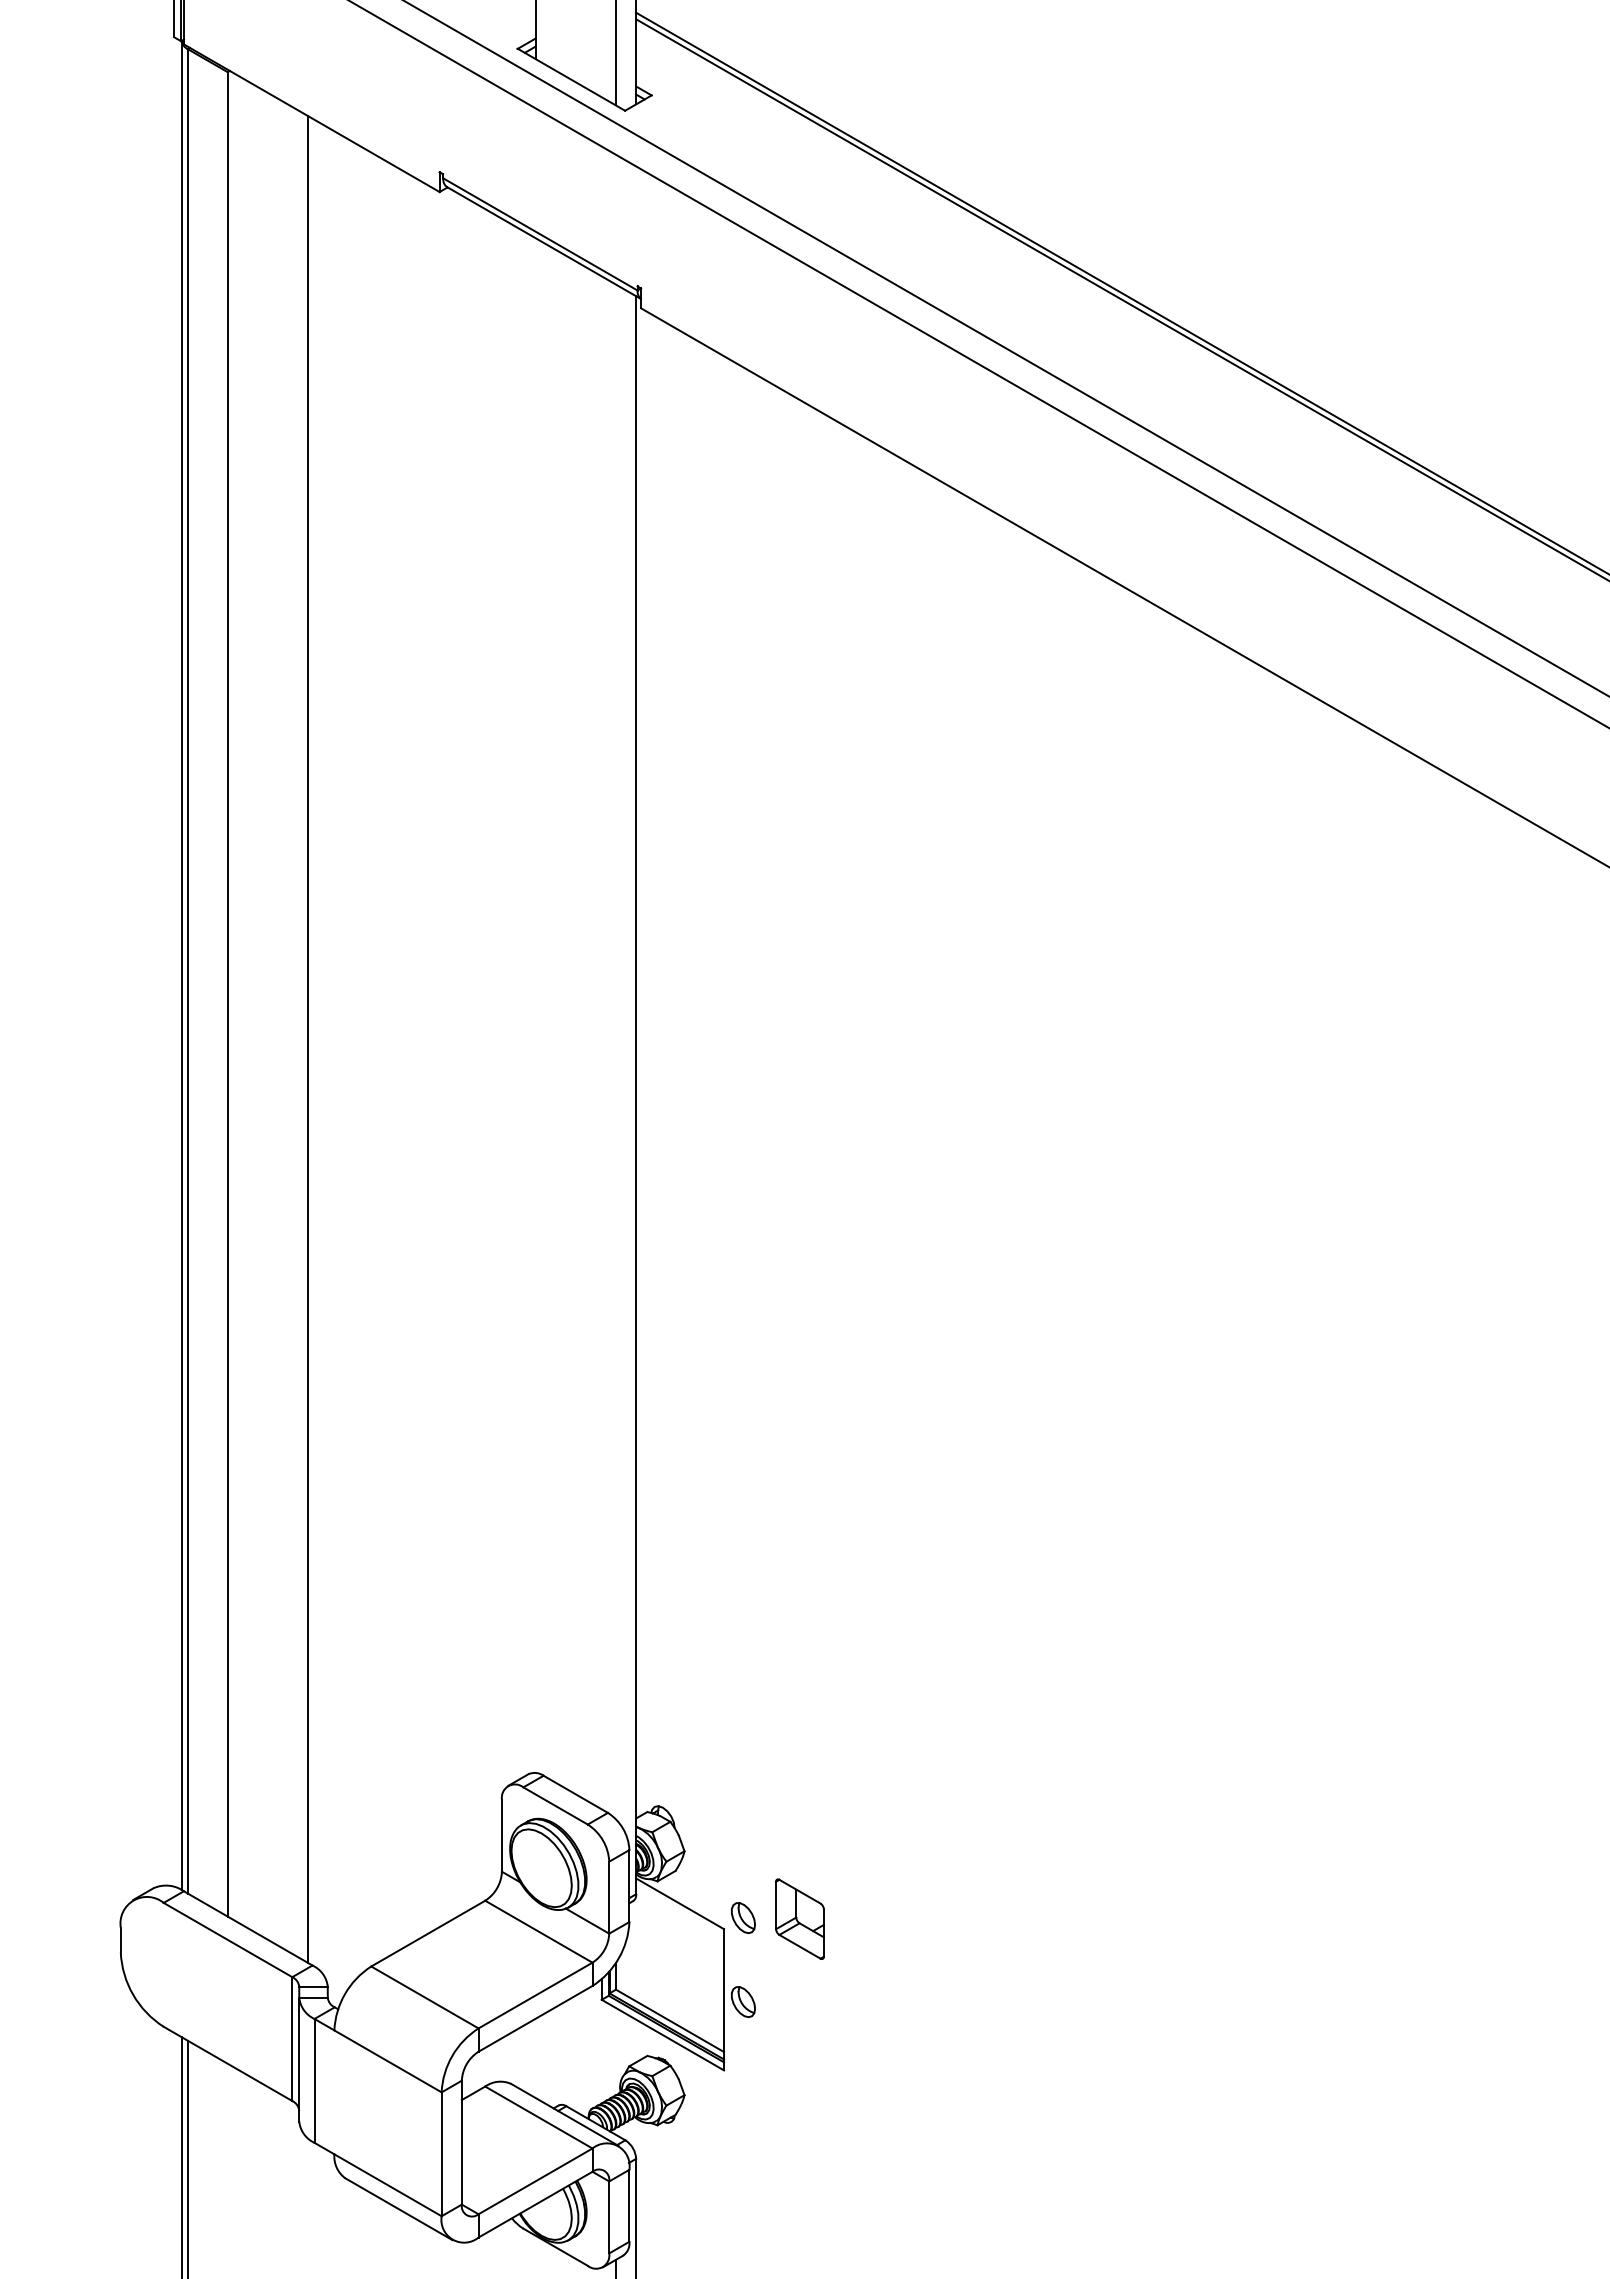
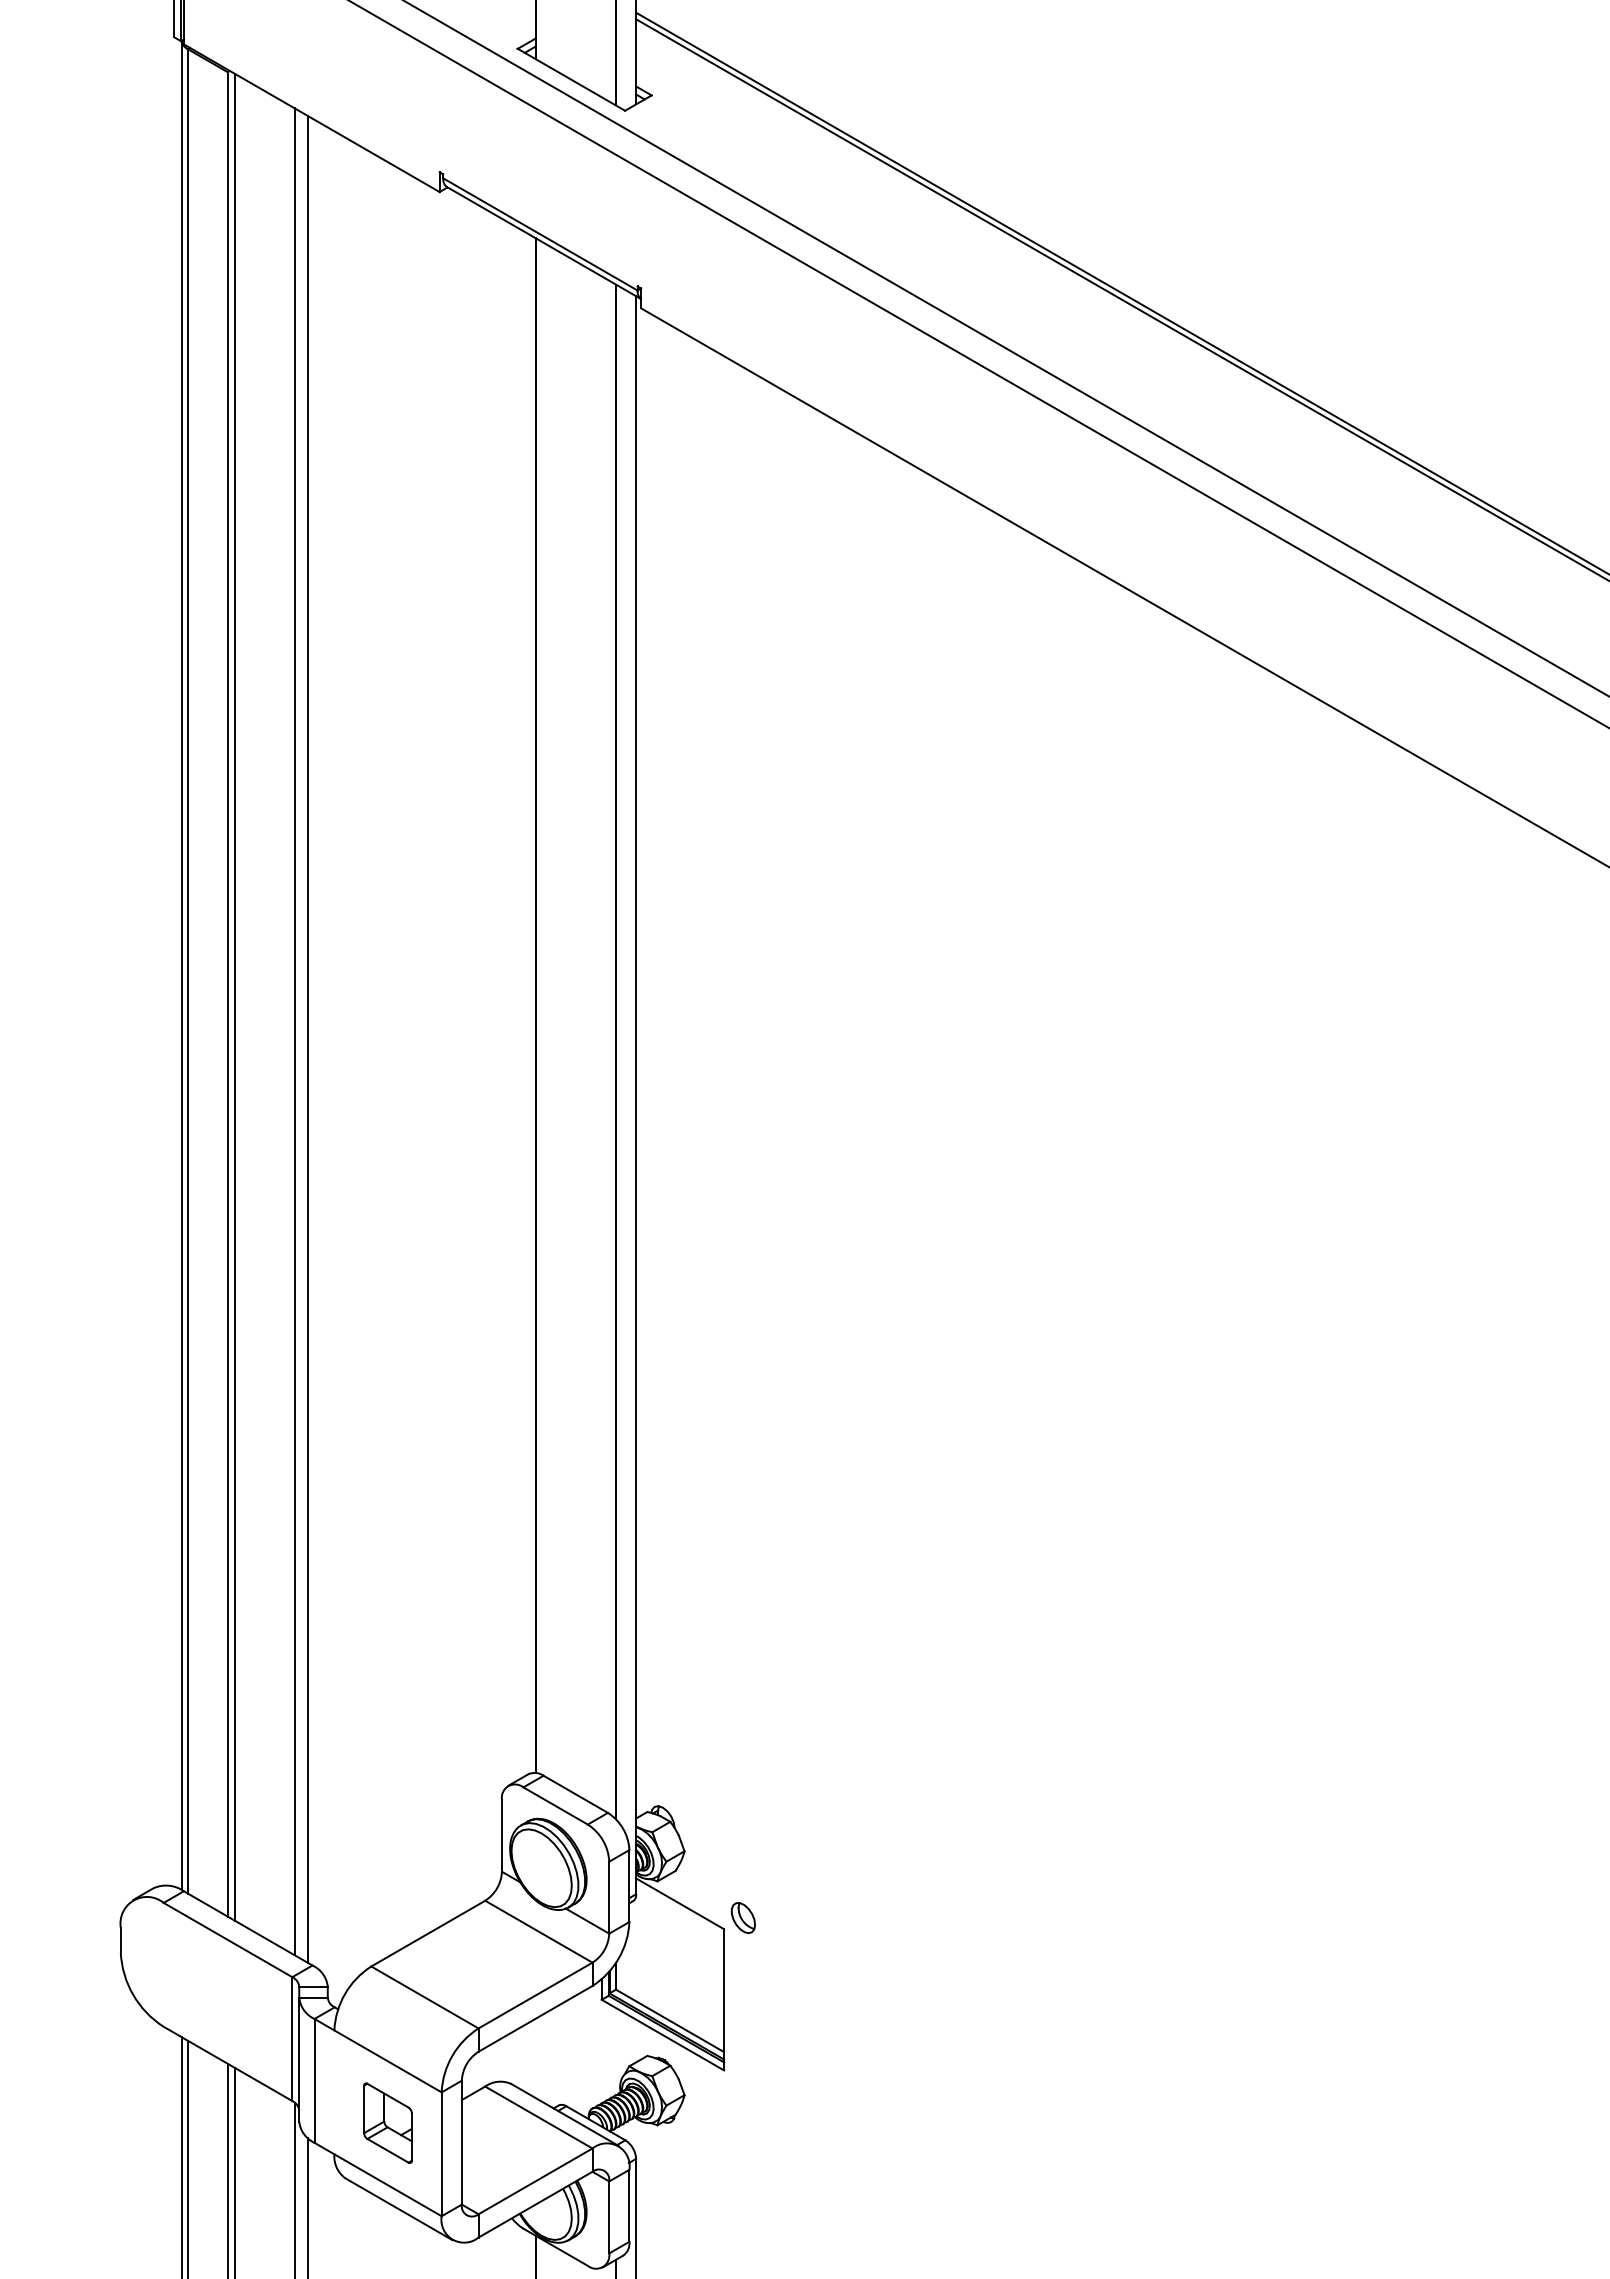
line at (234, 996): none -> present
line at (535, 1005): none -> present
line at (294, 1031): none -> present
line at (616, 1051): none -> present
part at (799, 1918) position: (799, 1918) -> (387, 2122)
part at (743, 2002): present -> none
line at (227, 2169): none -> present
line at (234, 2171): none -> present
line at (294, 2188): none -> present
line at (308, 2206): none -> present
line at (535, 2255): none -> present
